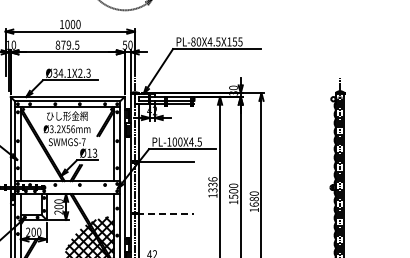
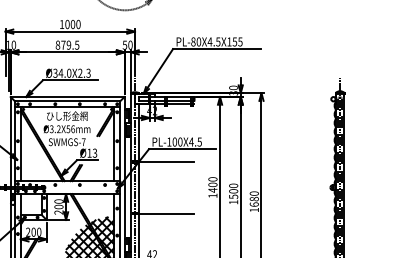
text at (69, 72): Ø34.1X2.3 -> Ø34.0X2.3
text at (212, 184): 1336 -> 1400
line at (165, 213): dashed -> solid
